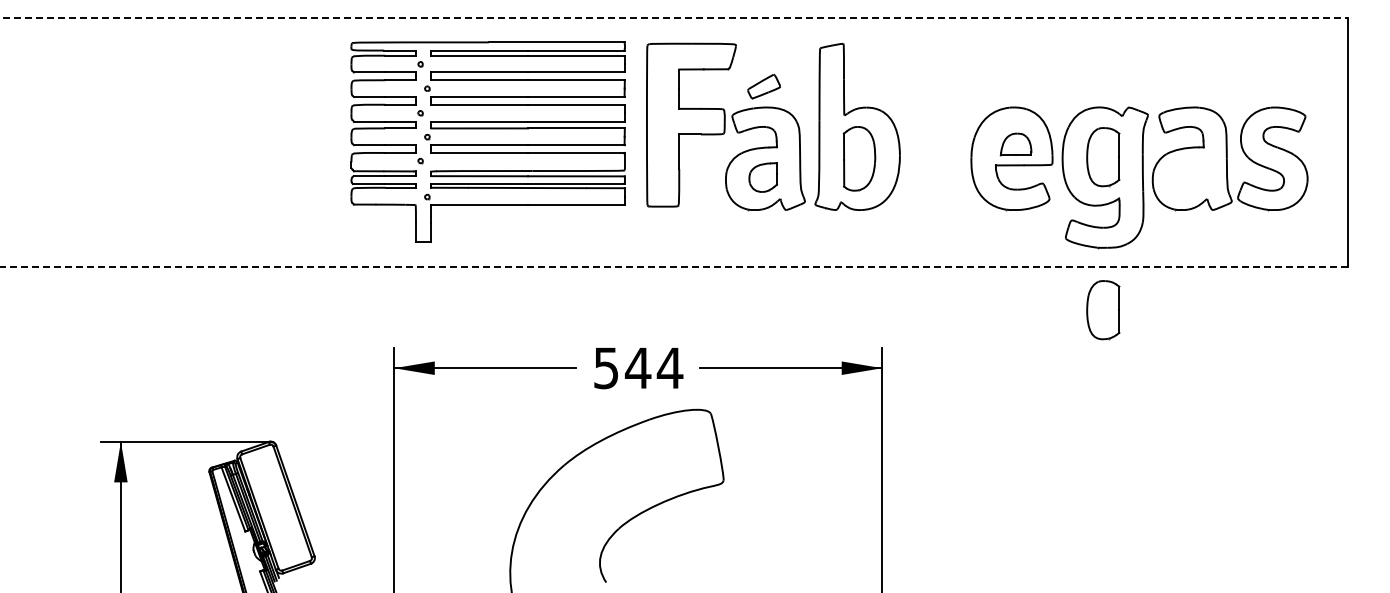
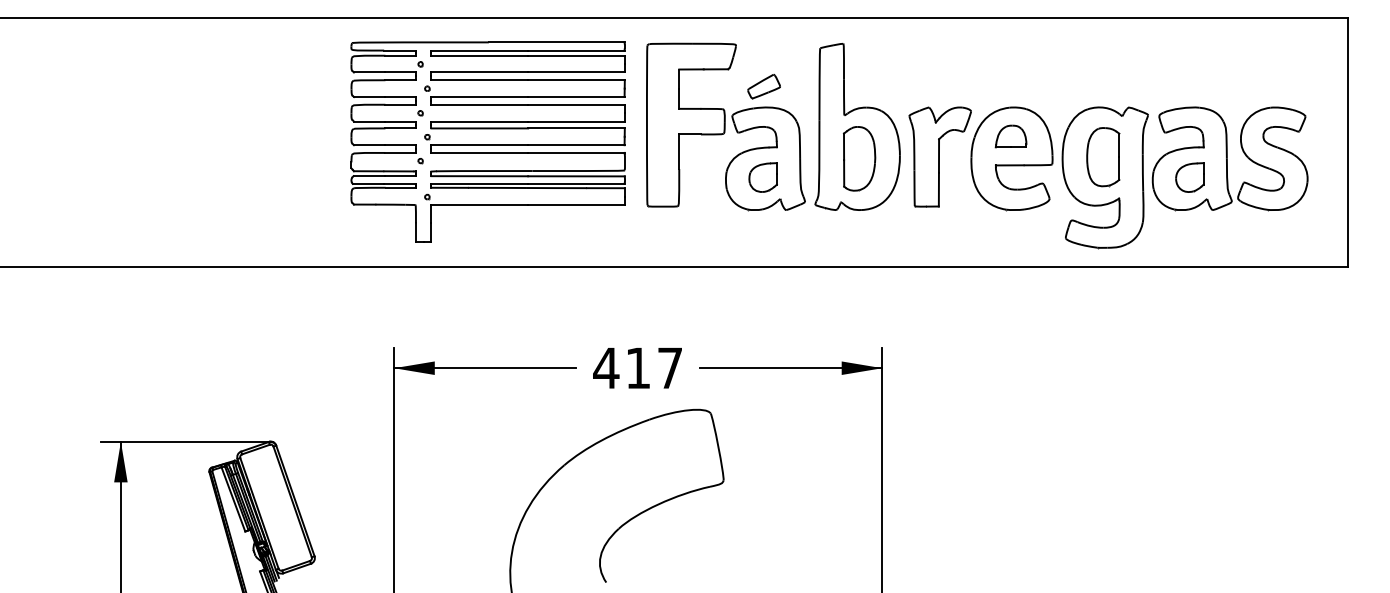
line at (674, 17): dashed -> solid
part at (1015, 144) position: (1015, 144) -> (1010, 136)
part at (939, 156): none -> present
part at (1189, 177): none -> present
line at (674, 266): dashed -> solid
part at (1103, 310): present -> none
text at (638, 368): 544 -> 417
